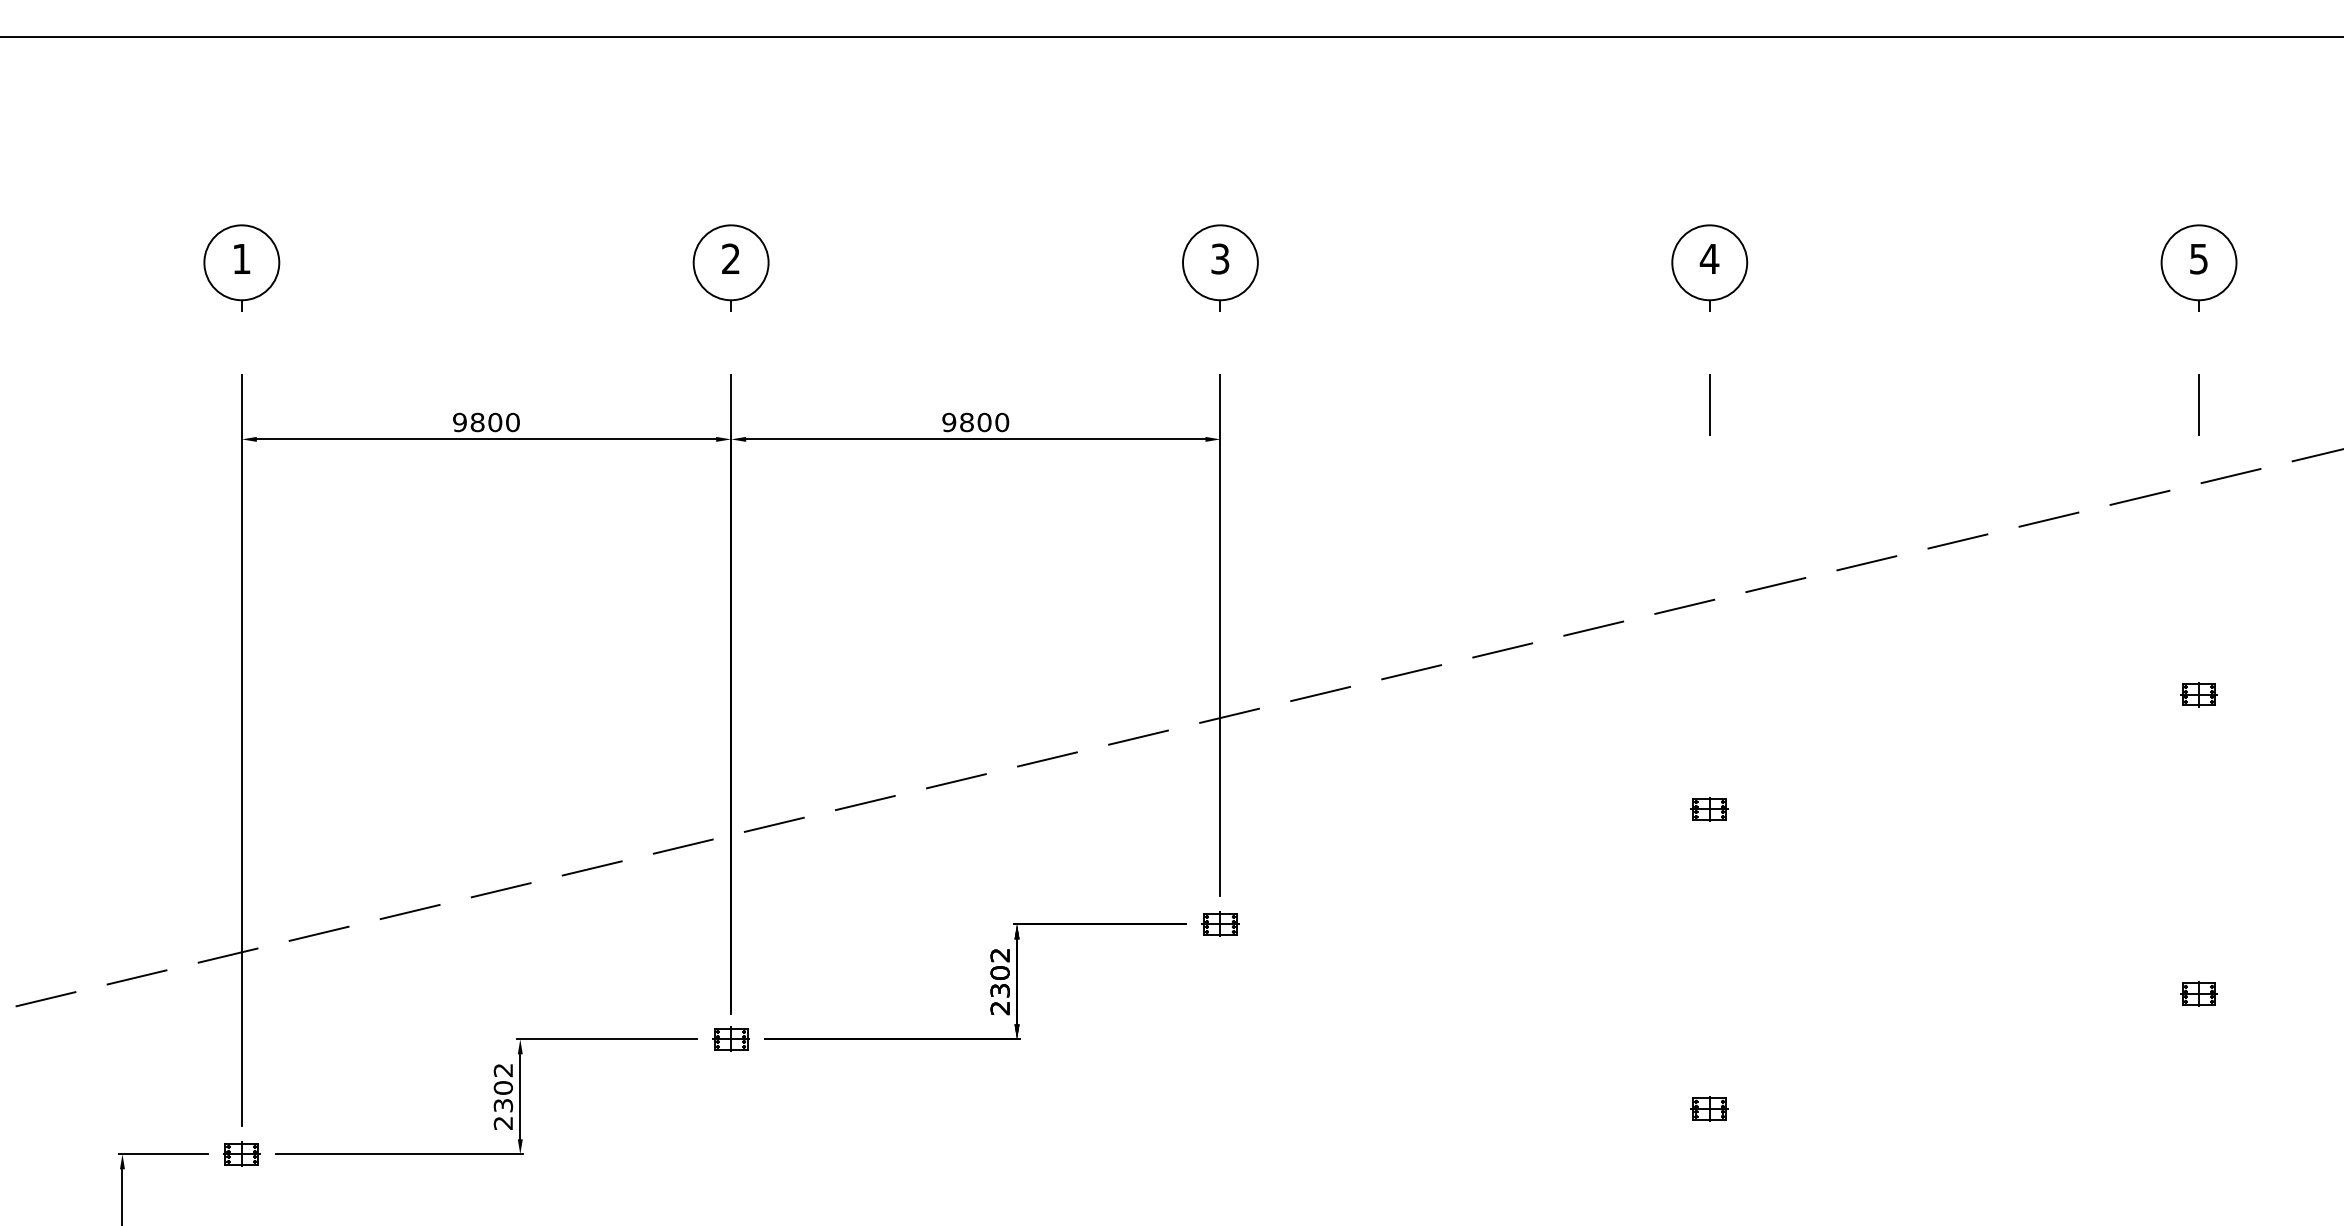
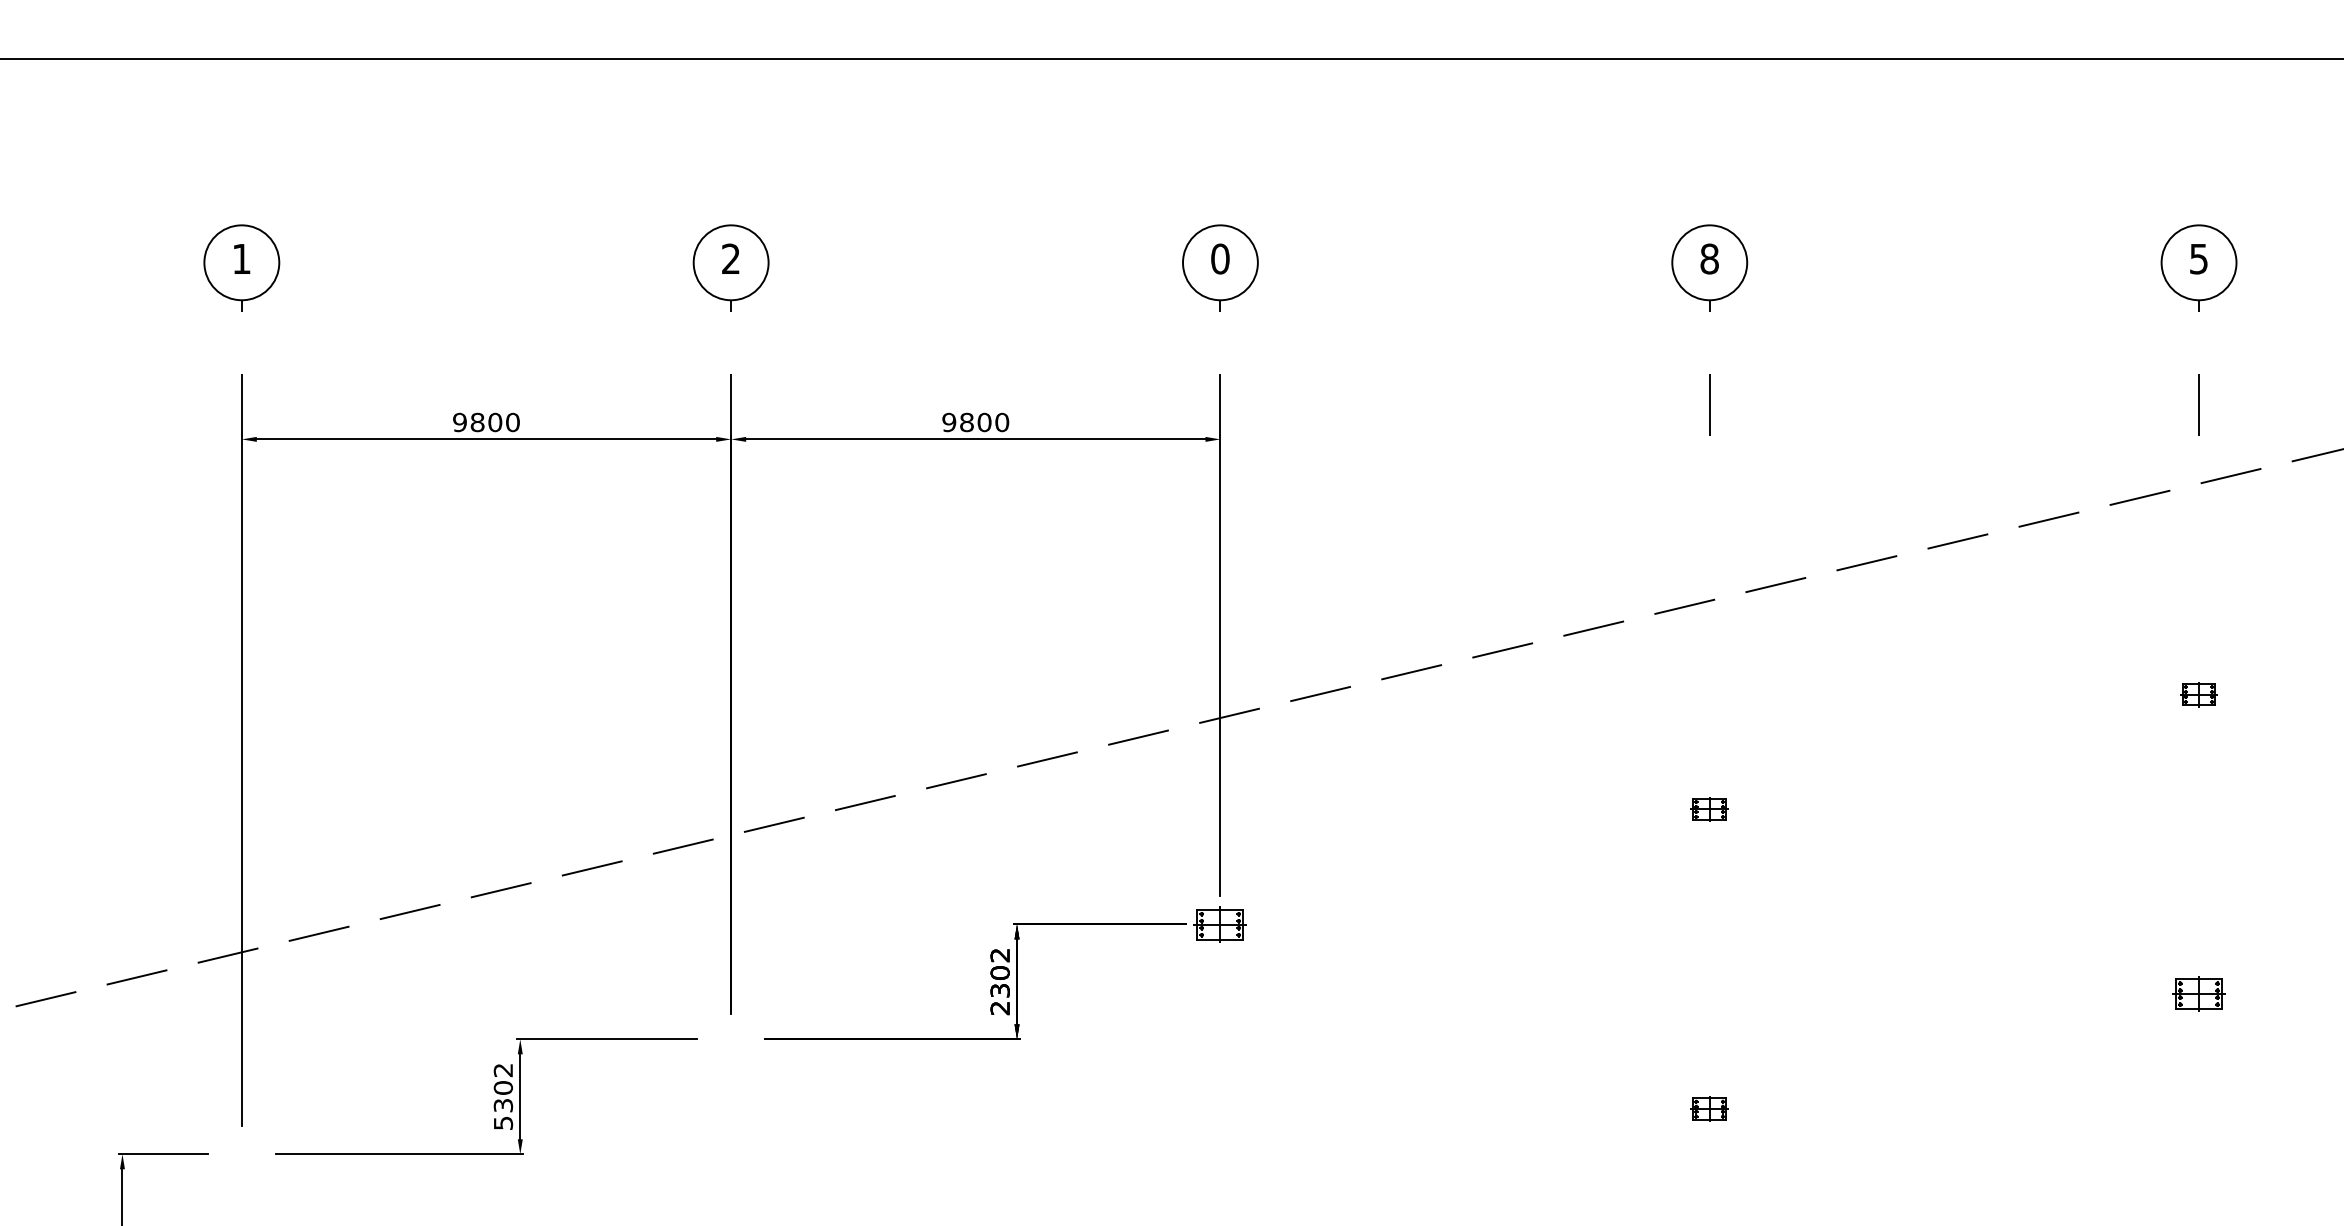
line at (1171, 36) position: (1171, 36) -> (1171, 58)
text at (1220, 258): 3 -> 0
text at (1709, 258): 4 -> 8
part at (1220, 923) size: 39x26 px -> 54x37 px
part at (2198, 993) size: 38x26 px -> 54x36 px
part at (730, 1038): present -> none
text at (503, 1122): 2302 -> 5302
part at (241, 1153): present -> none
